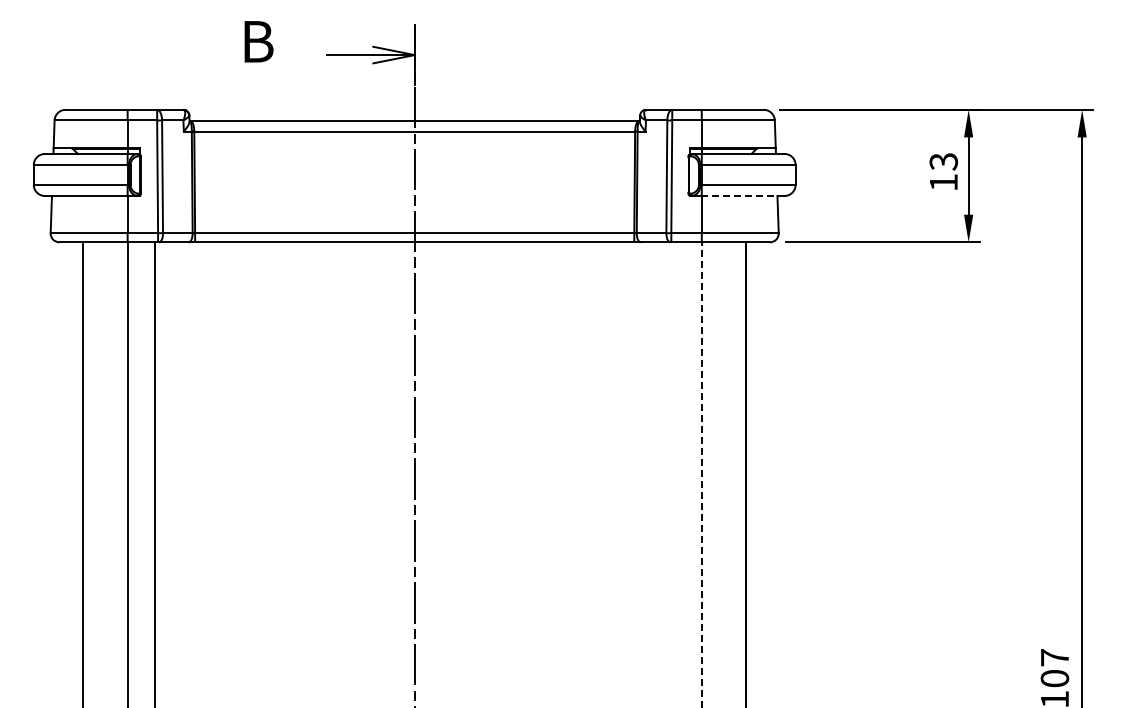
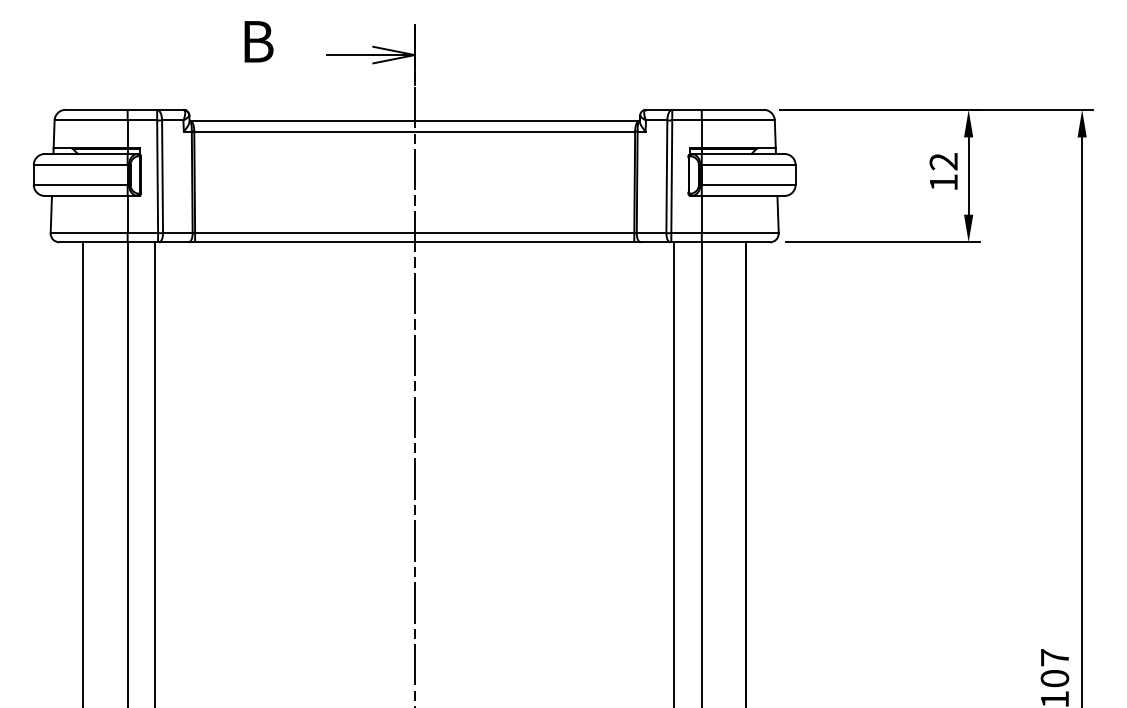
text at (943, 161): 13 -> 12
line at (742, 195): dashed -> solid
line at (674, 473): none -> present
line at (701, 474): dashed -> solid
